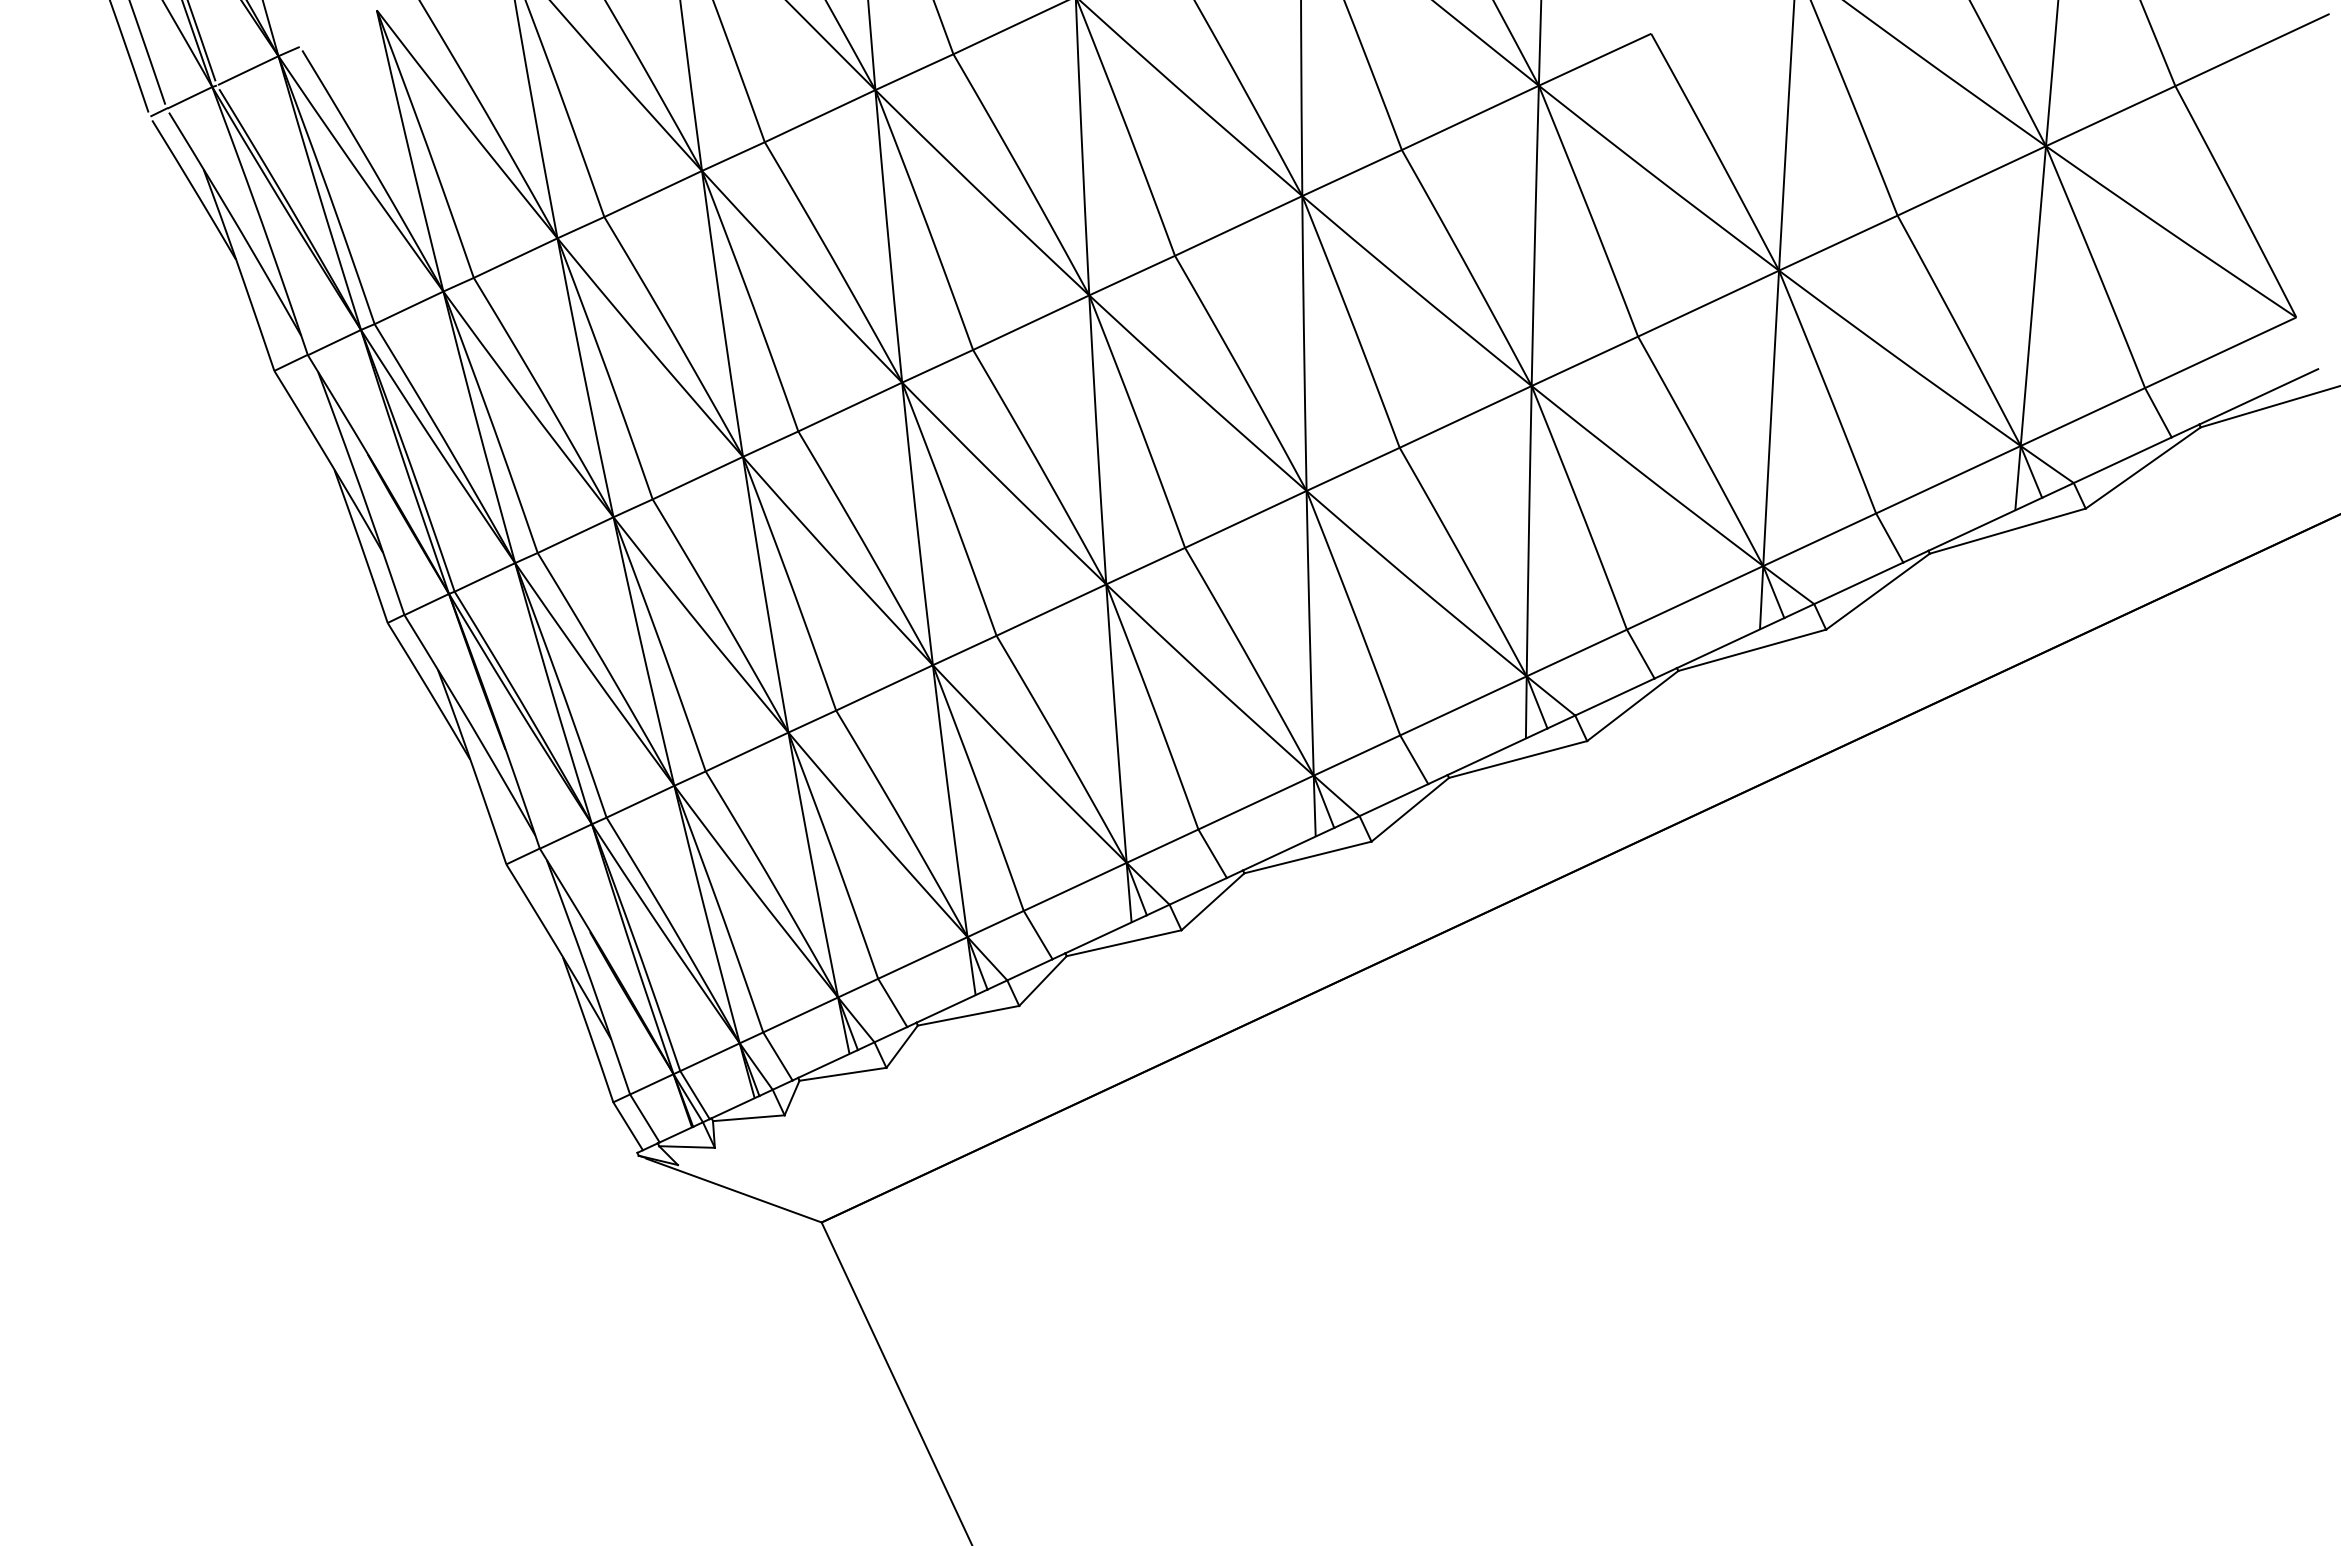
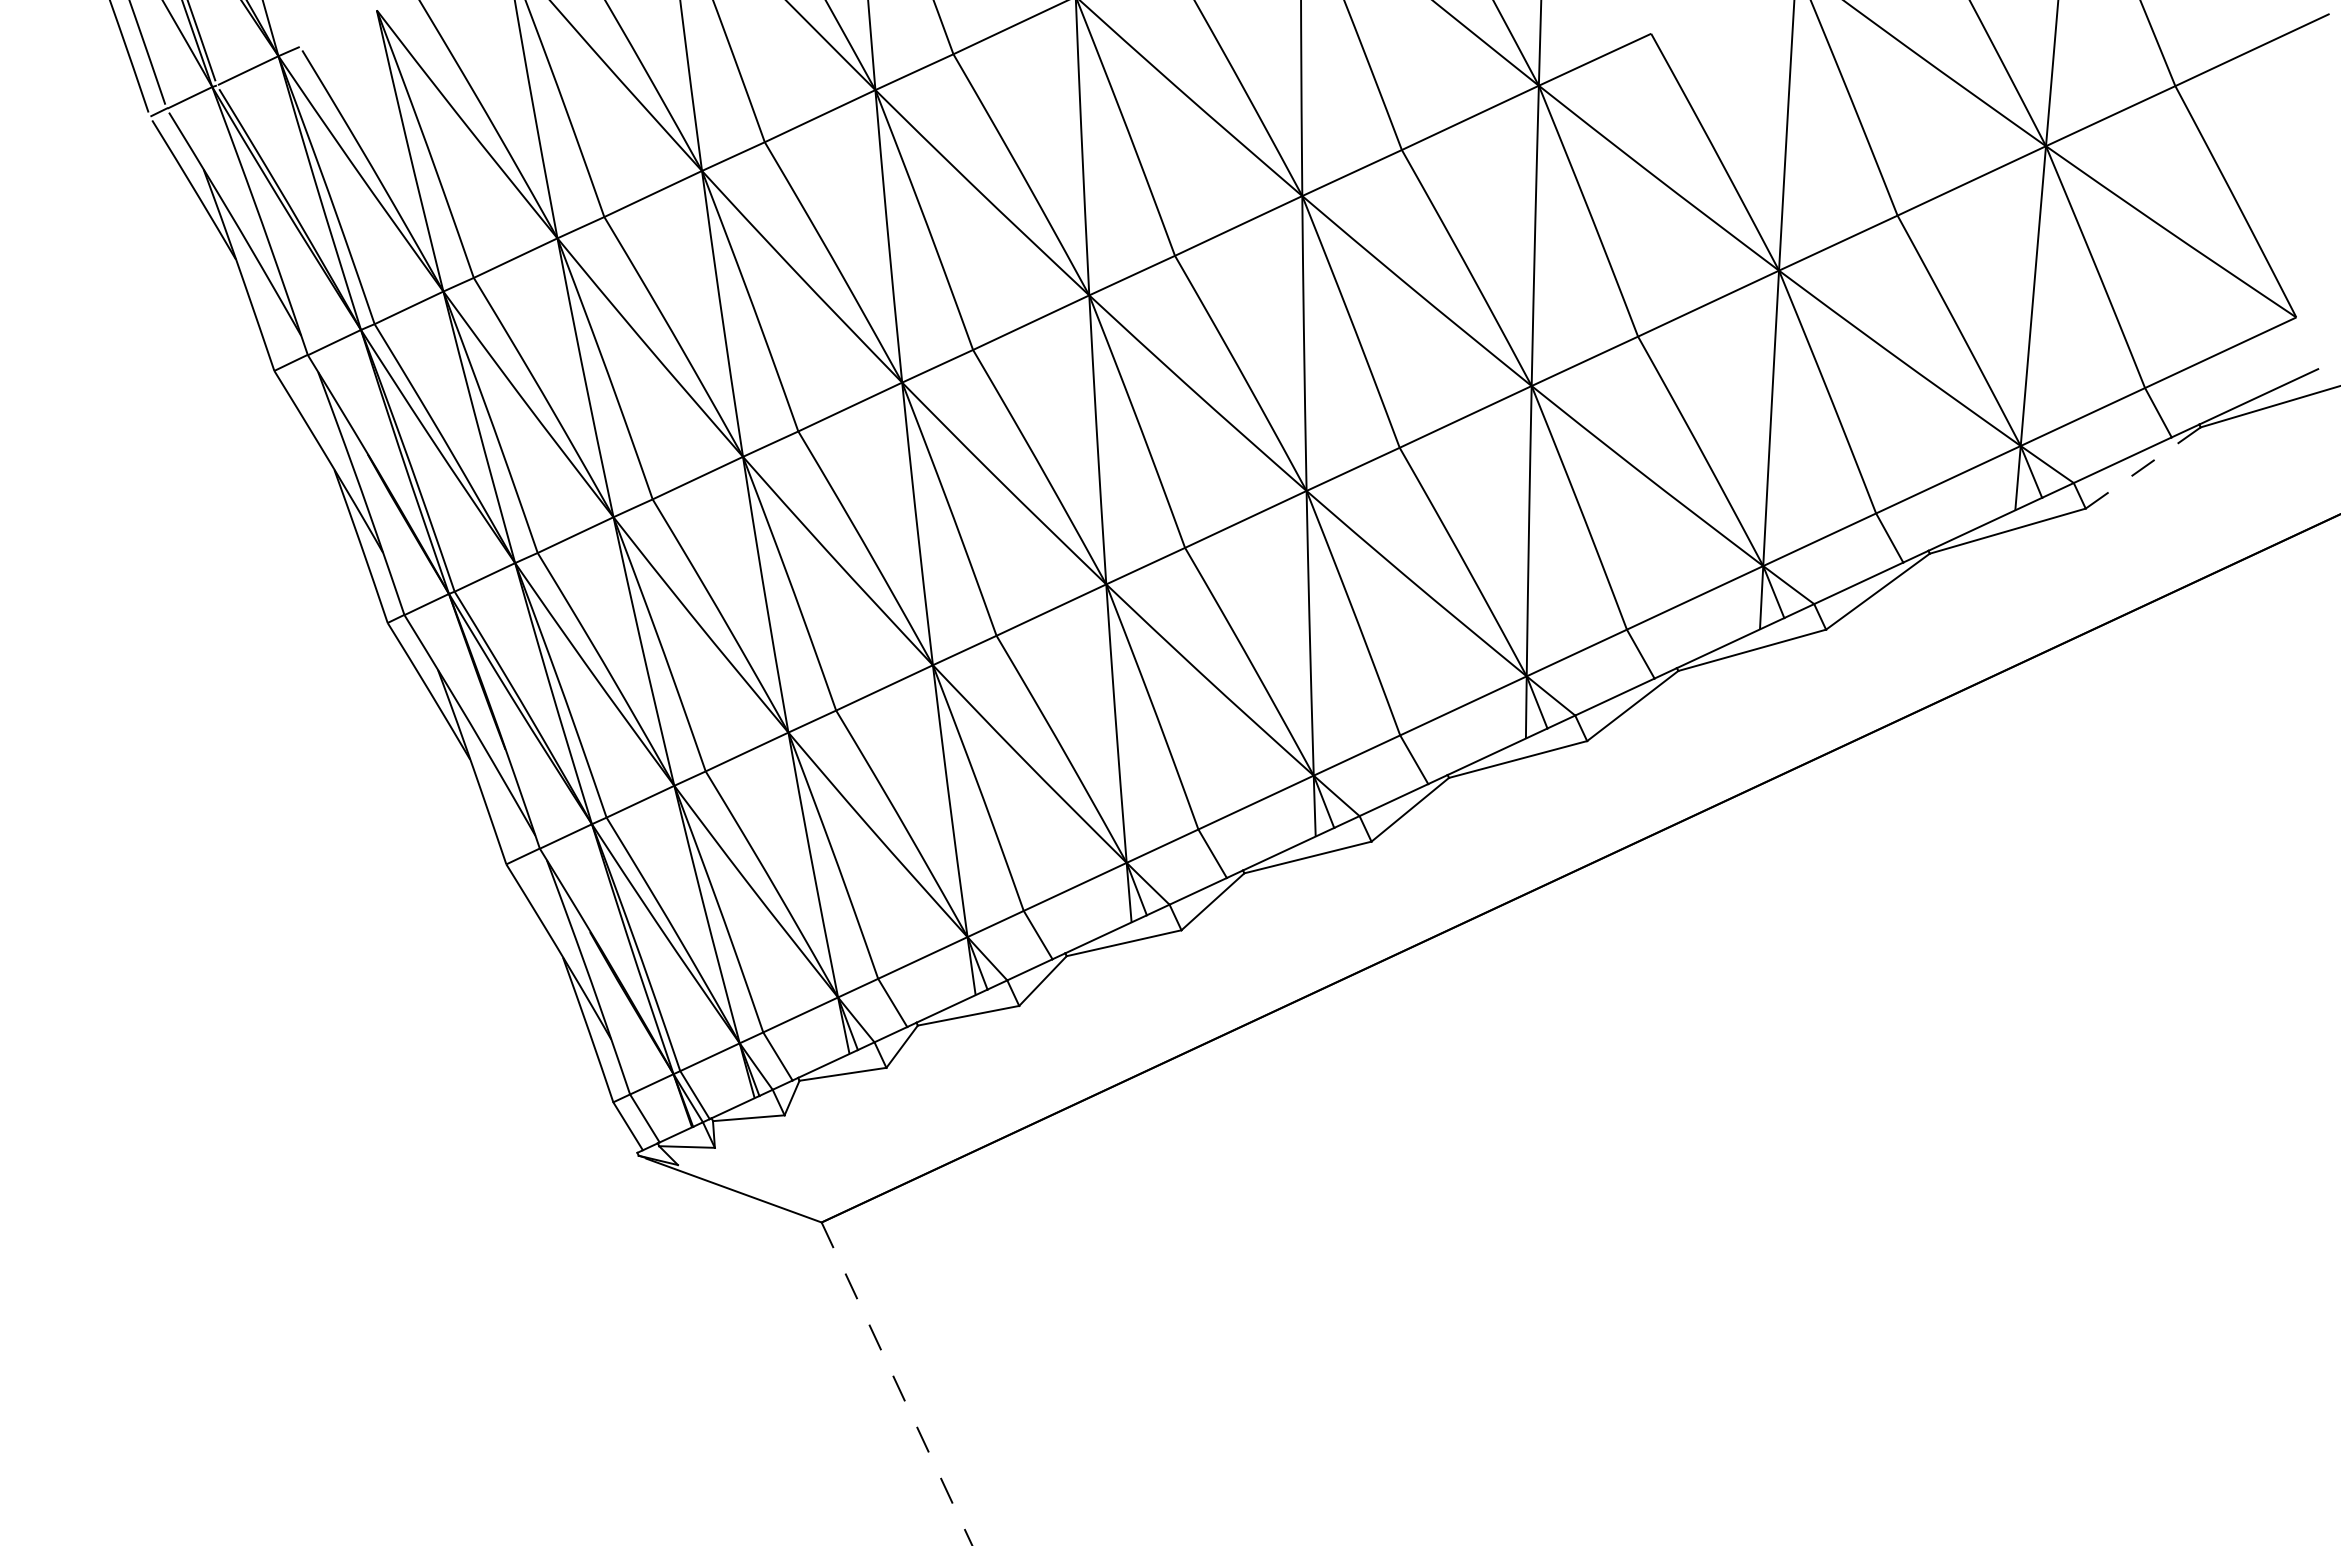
line at (2142, 468): solid -> dashed
line at (897, 1384): solid -> dashed
